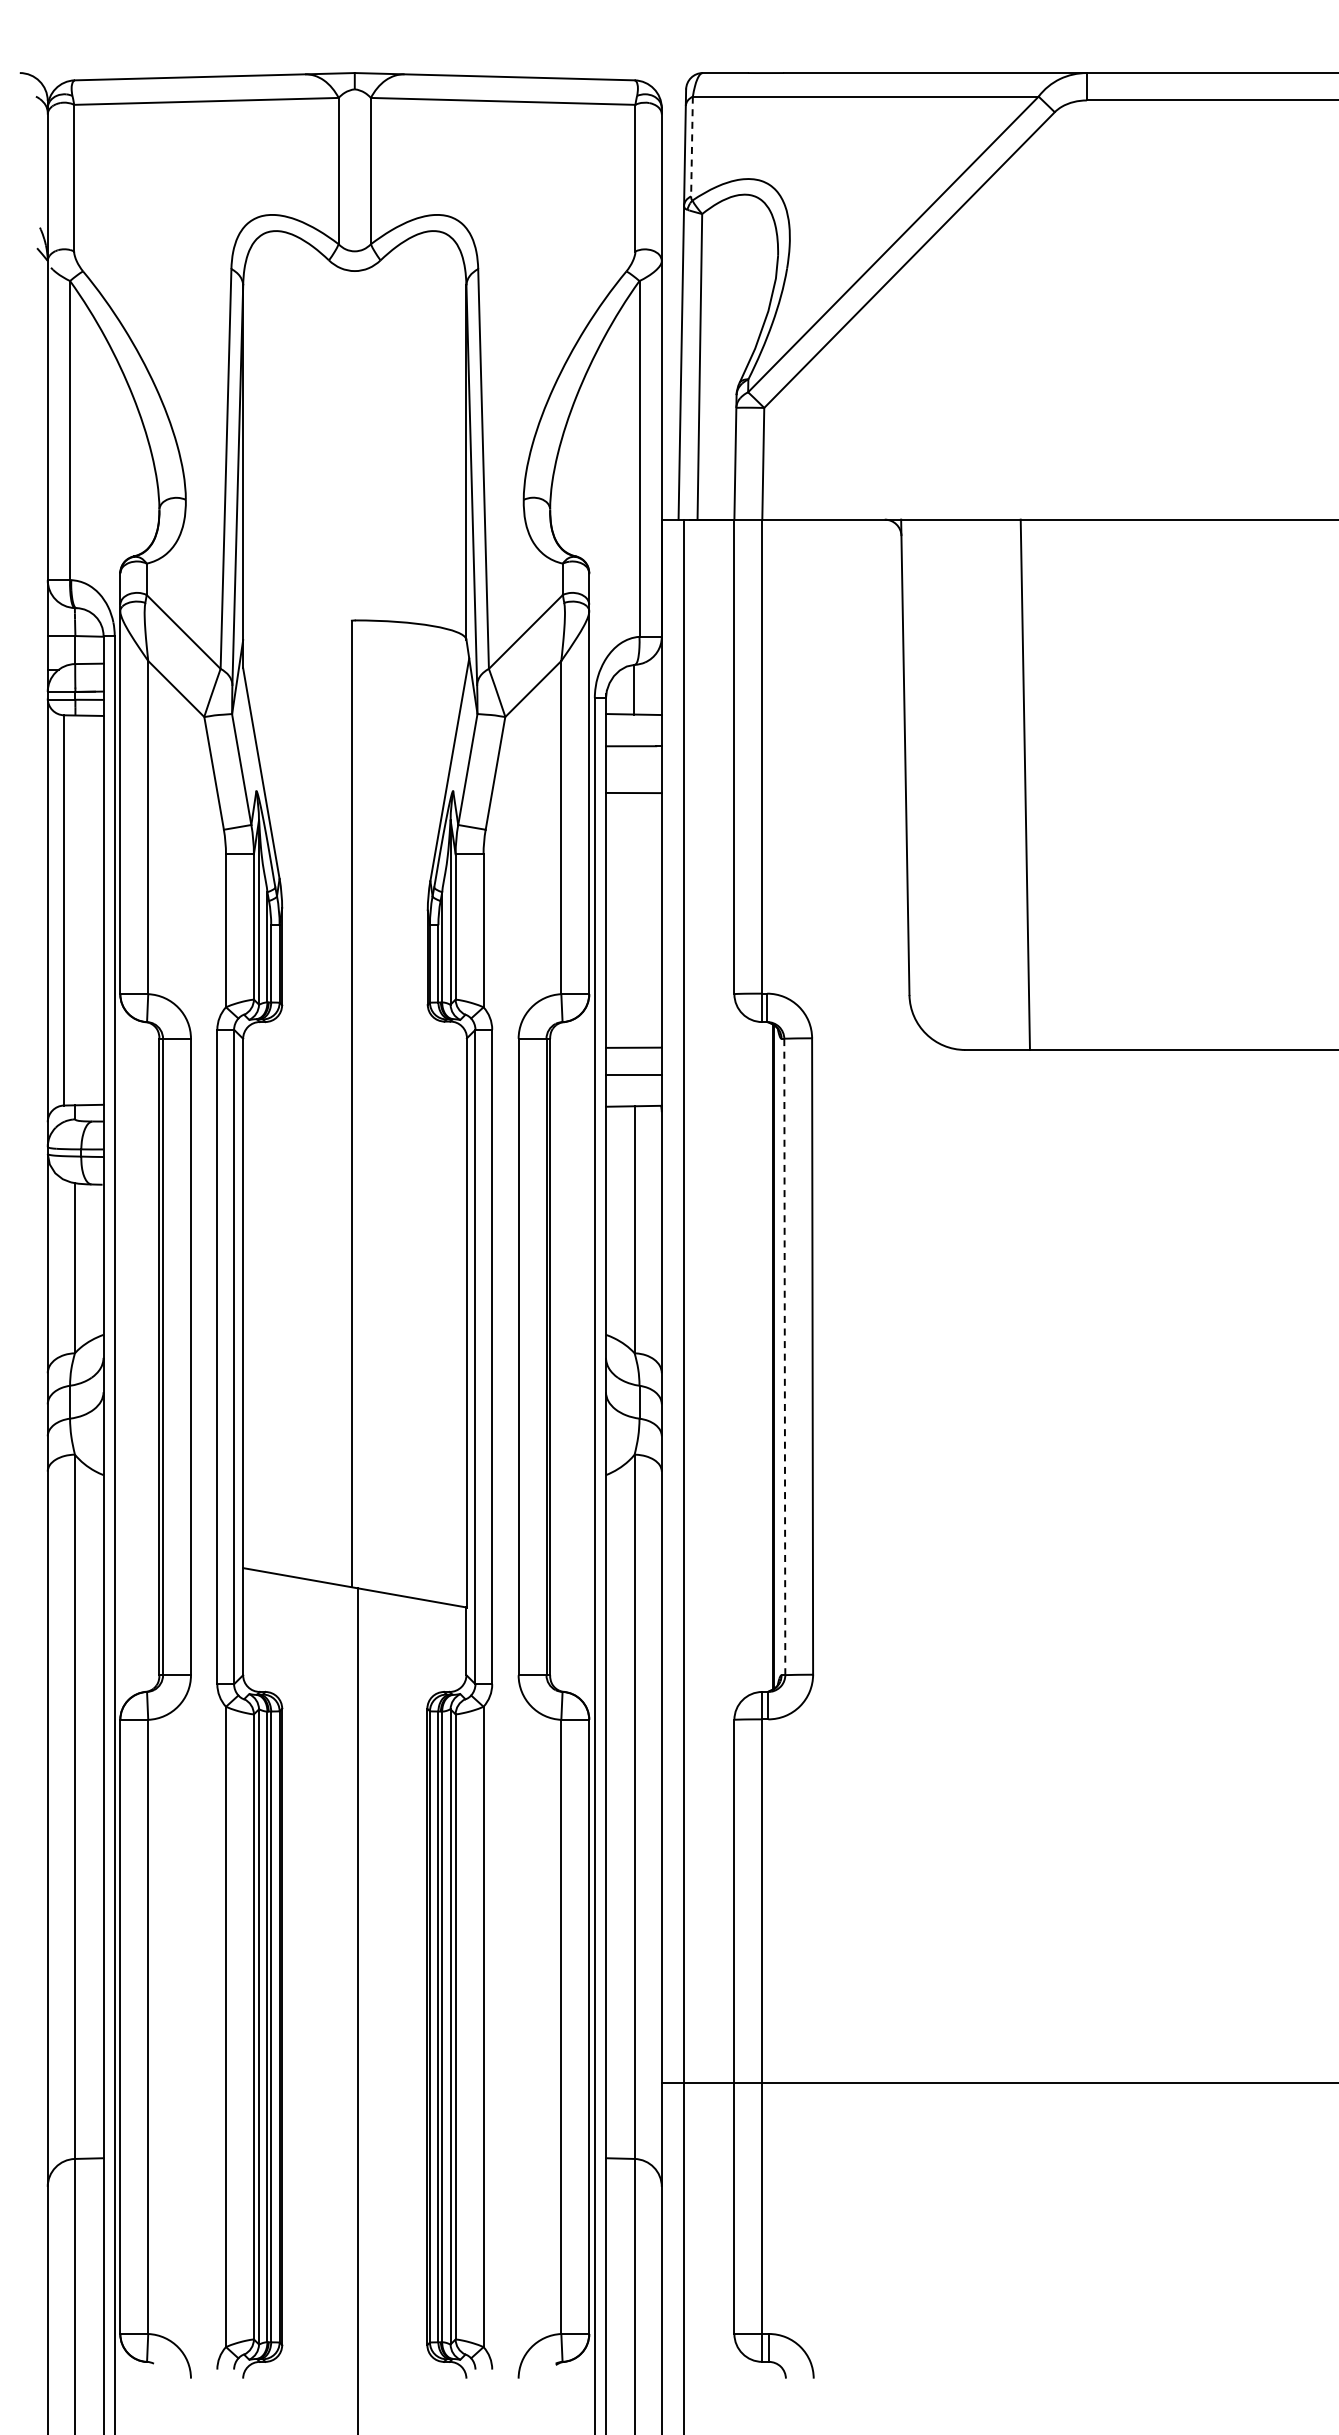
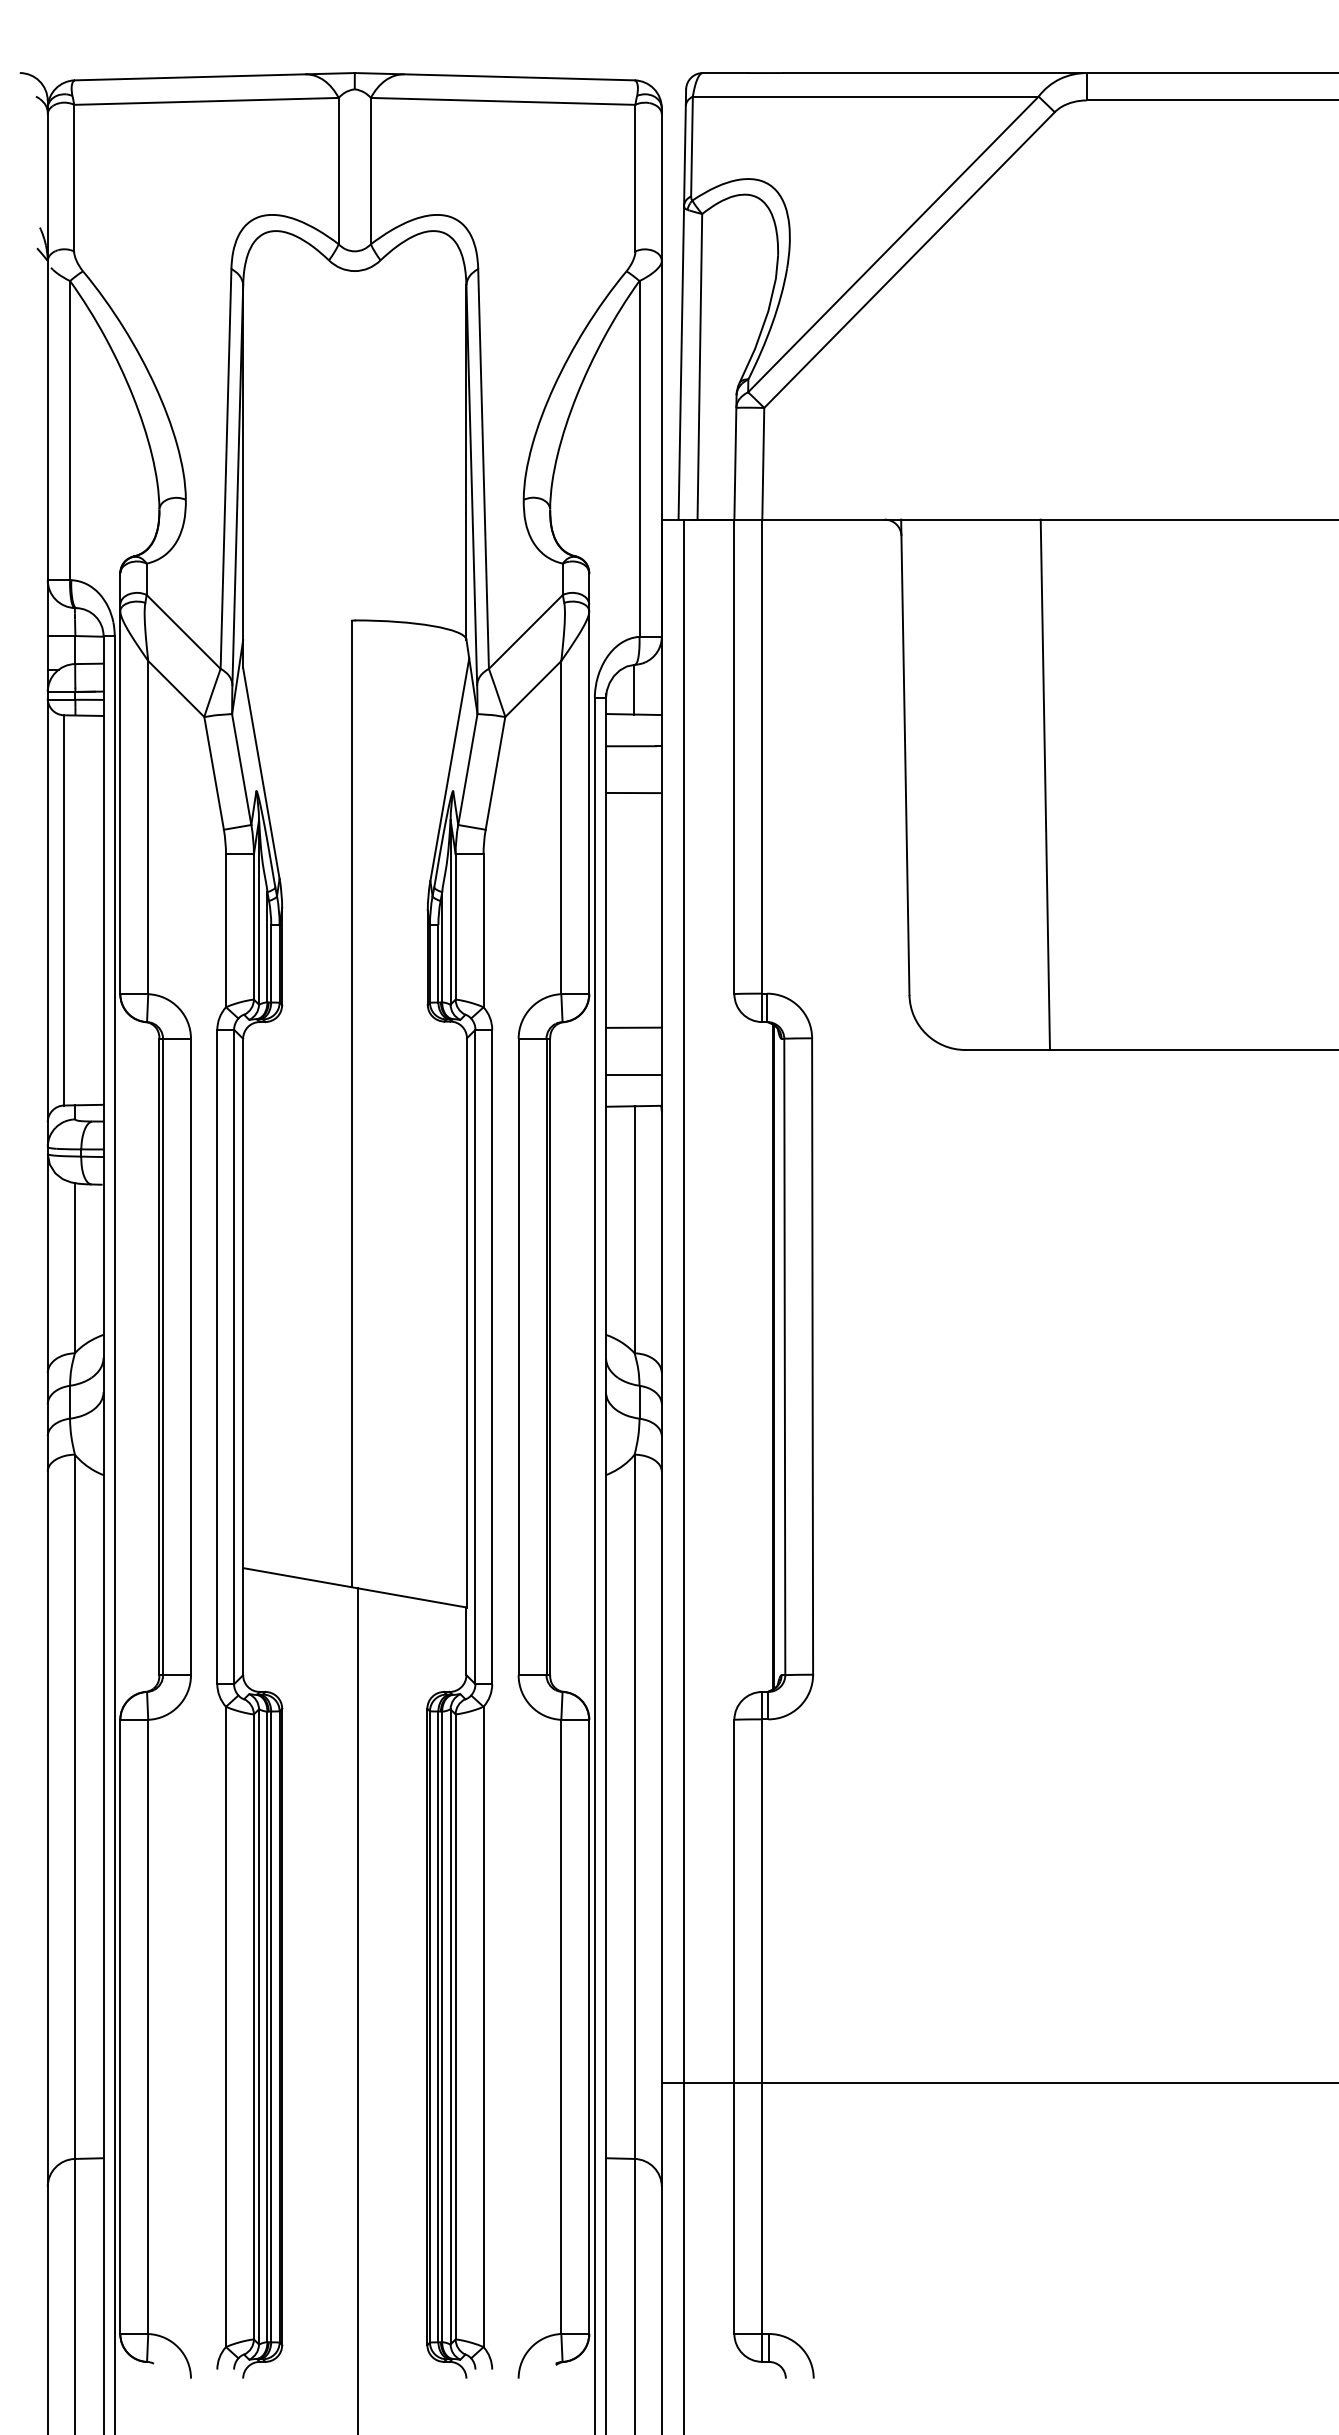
line at (692, 146): dashed -> solid
line at (1024, 784) position: (1024, 784) -> (1044, 784)
line at (633, 1047) position: (633, 1047) -> (633, 1027)
line at (784, 1356): dashed -> solid
